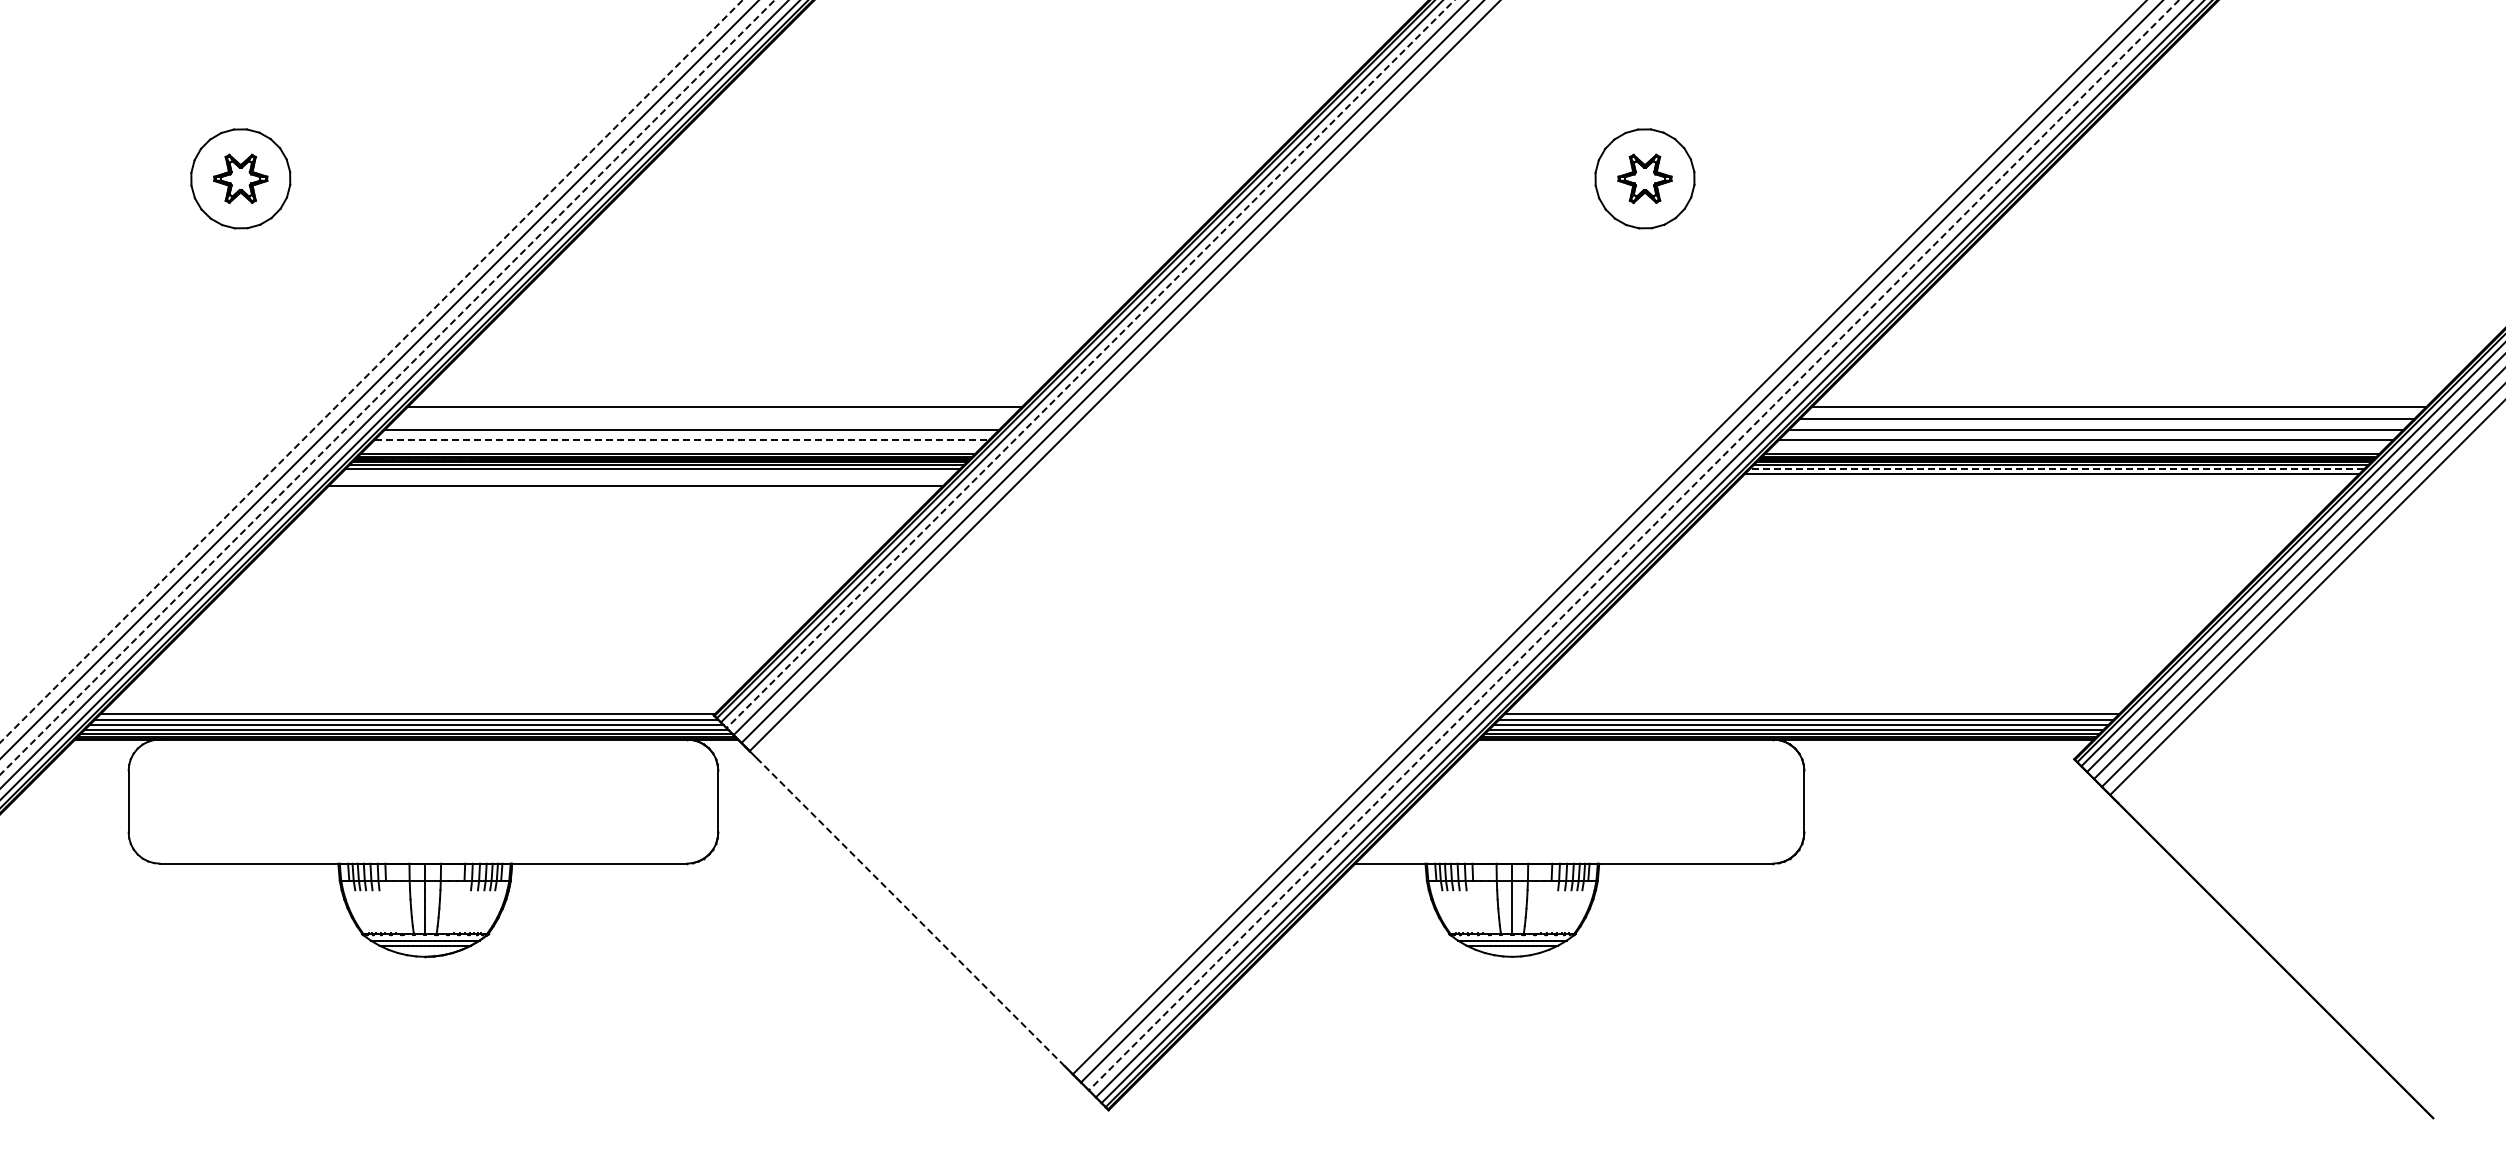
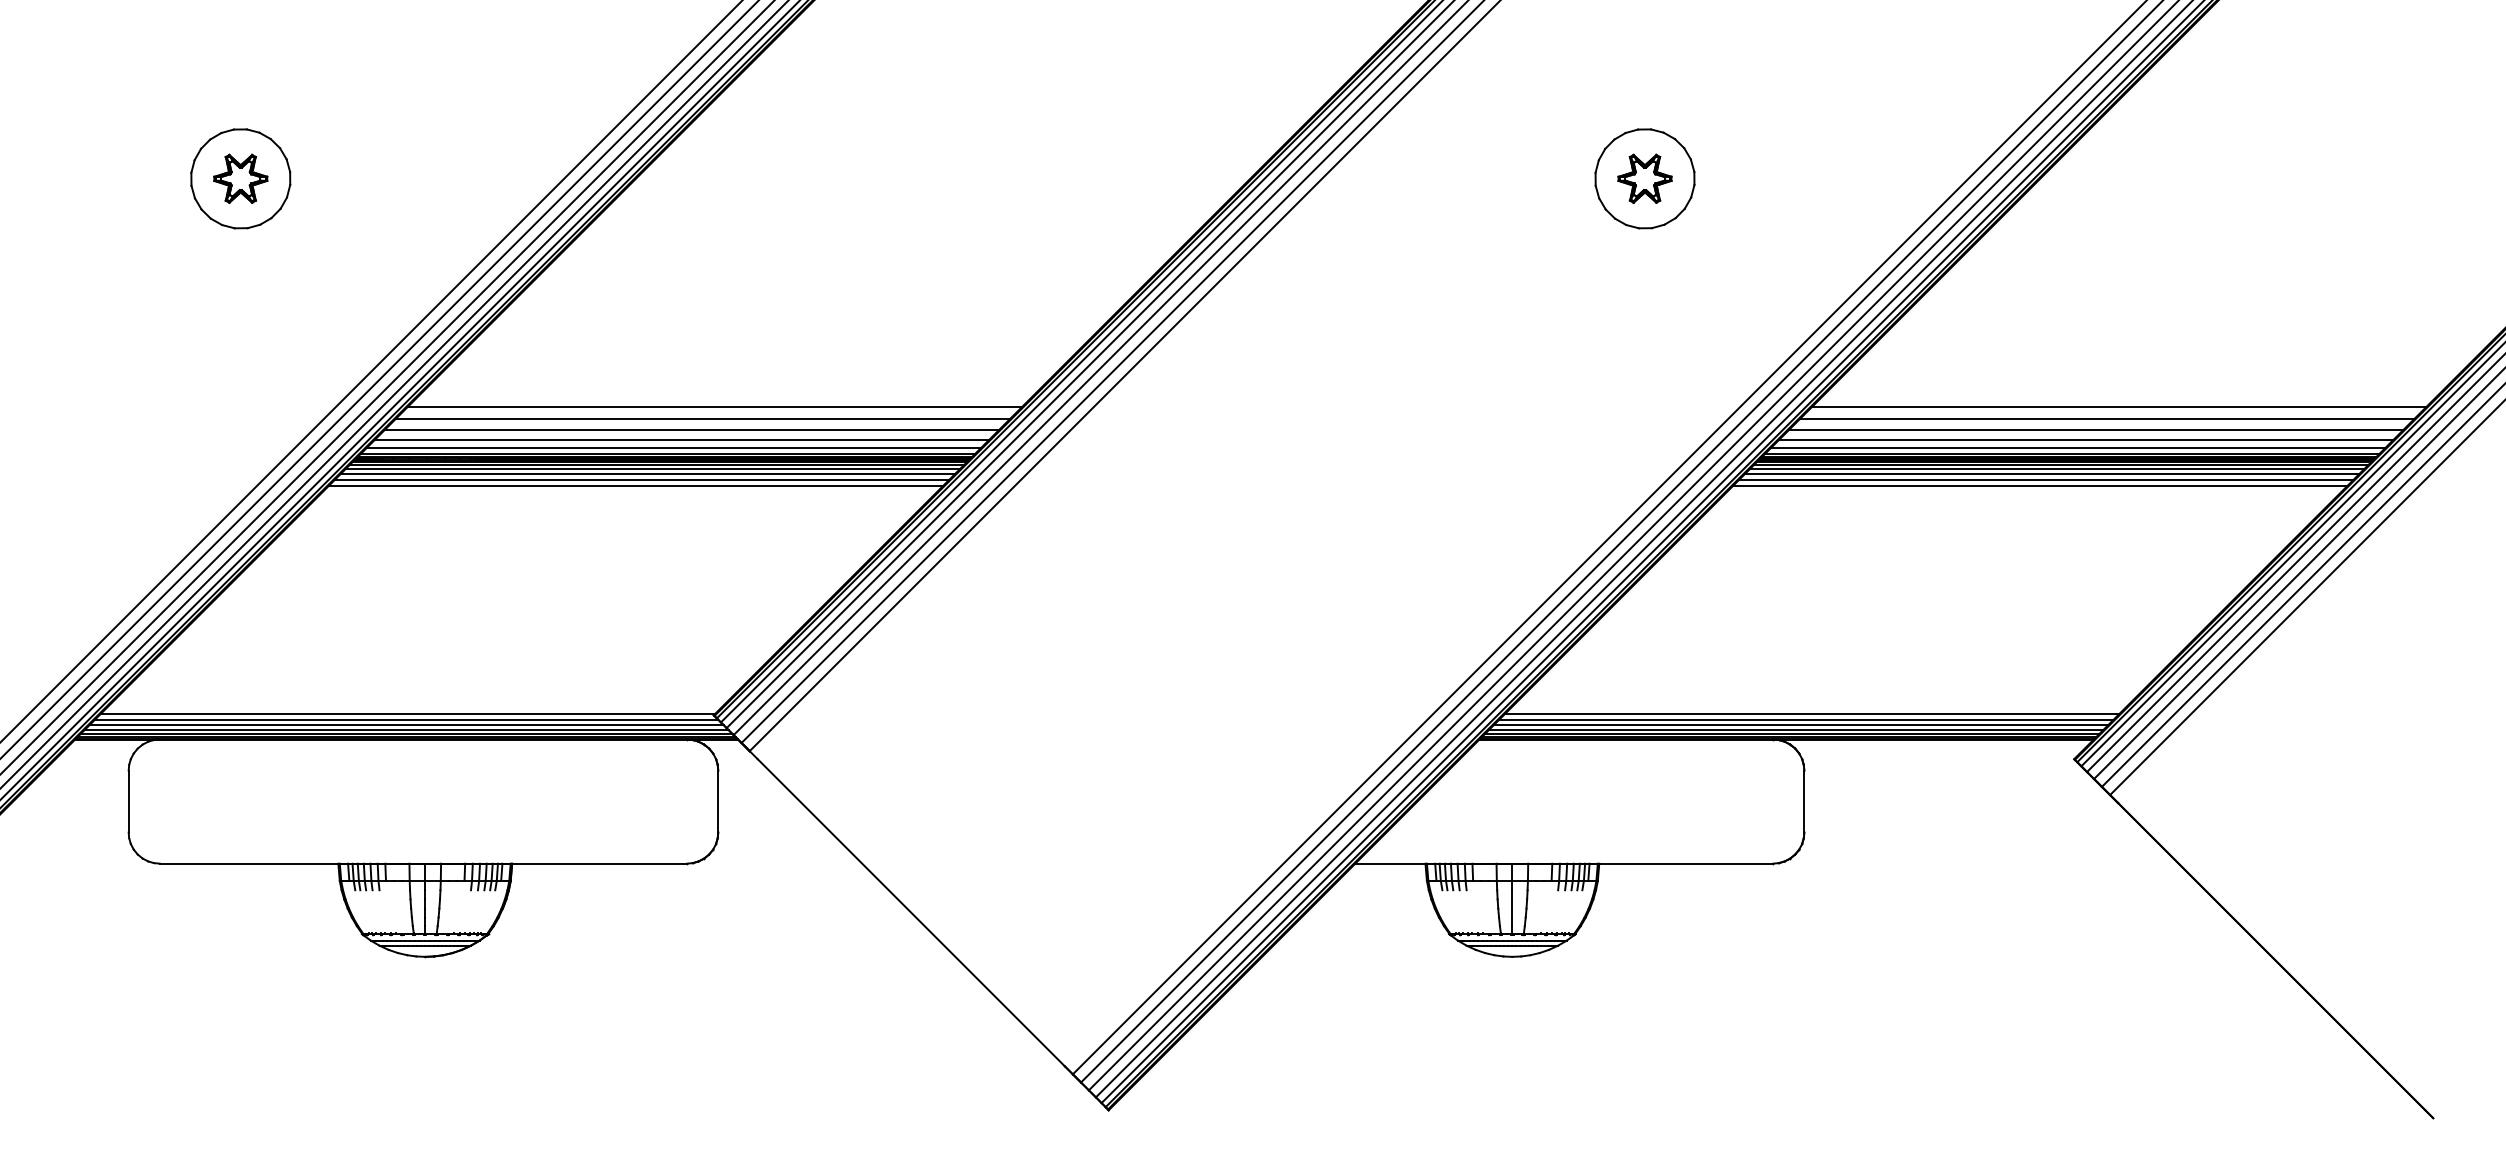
line at (1090, 364): dashed -> solid
line at (371, 371): dashed -> solid
line at (387, 387): dashed -> solid
line at (702, 418): none -> present
line at (682, 439): dashed -> solid
line at (673, 447): none -> present
line at (2078, 447): none -> present
line at (2056, 469): dashed -> solid
line at (647, 474): none -> present
line at (641, 479): none -> present
line at (2046, 479): none -> present
line at (2040, 485): none -> present
line at (1633, 545): dashed -> solid
line at (910, 912): dashed -> solid
